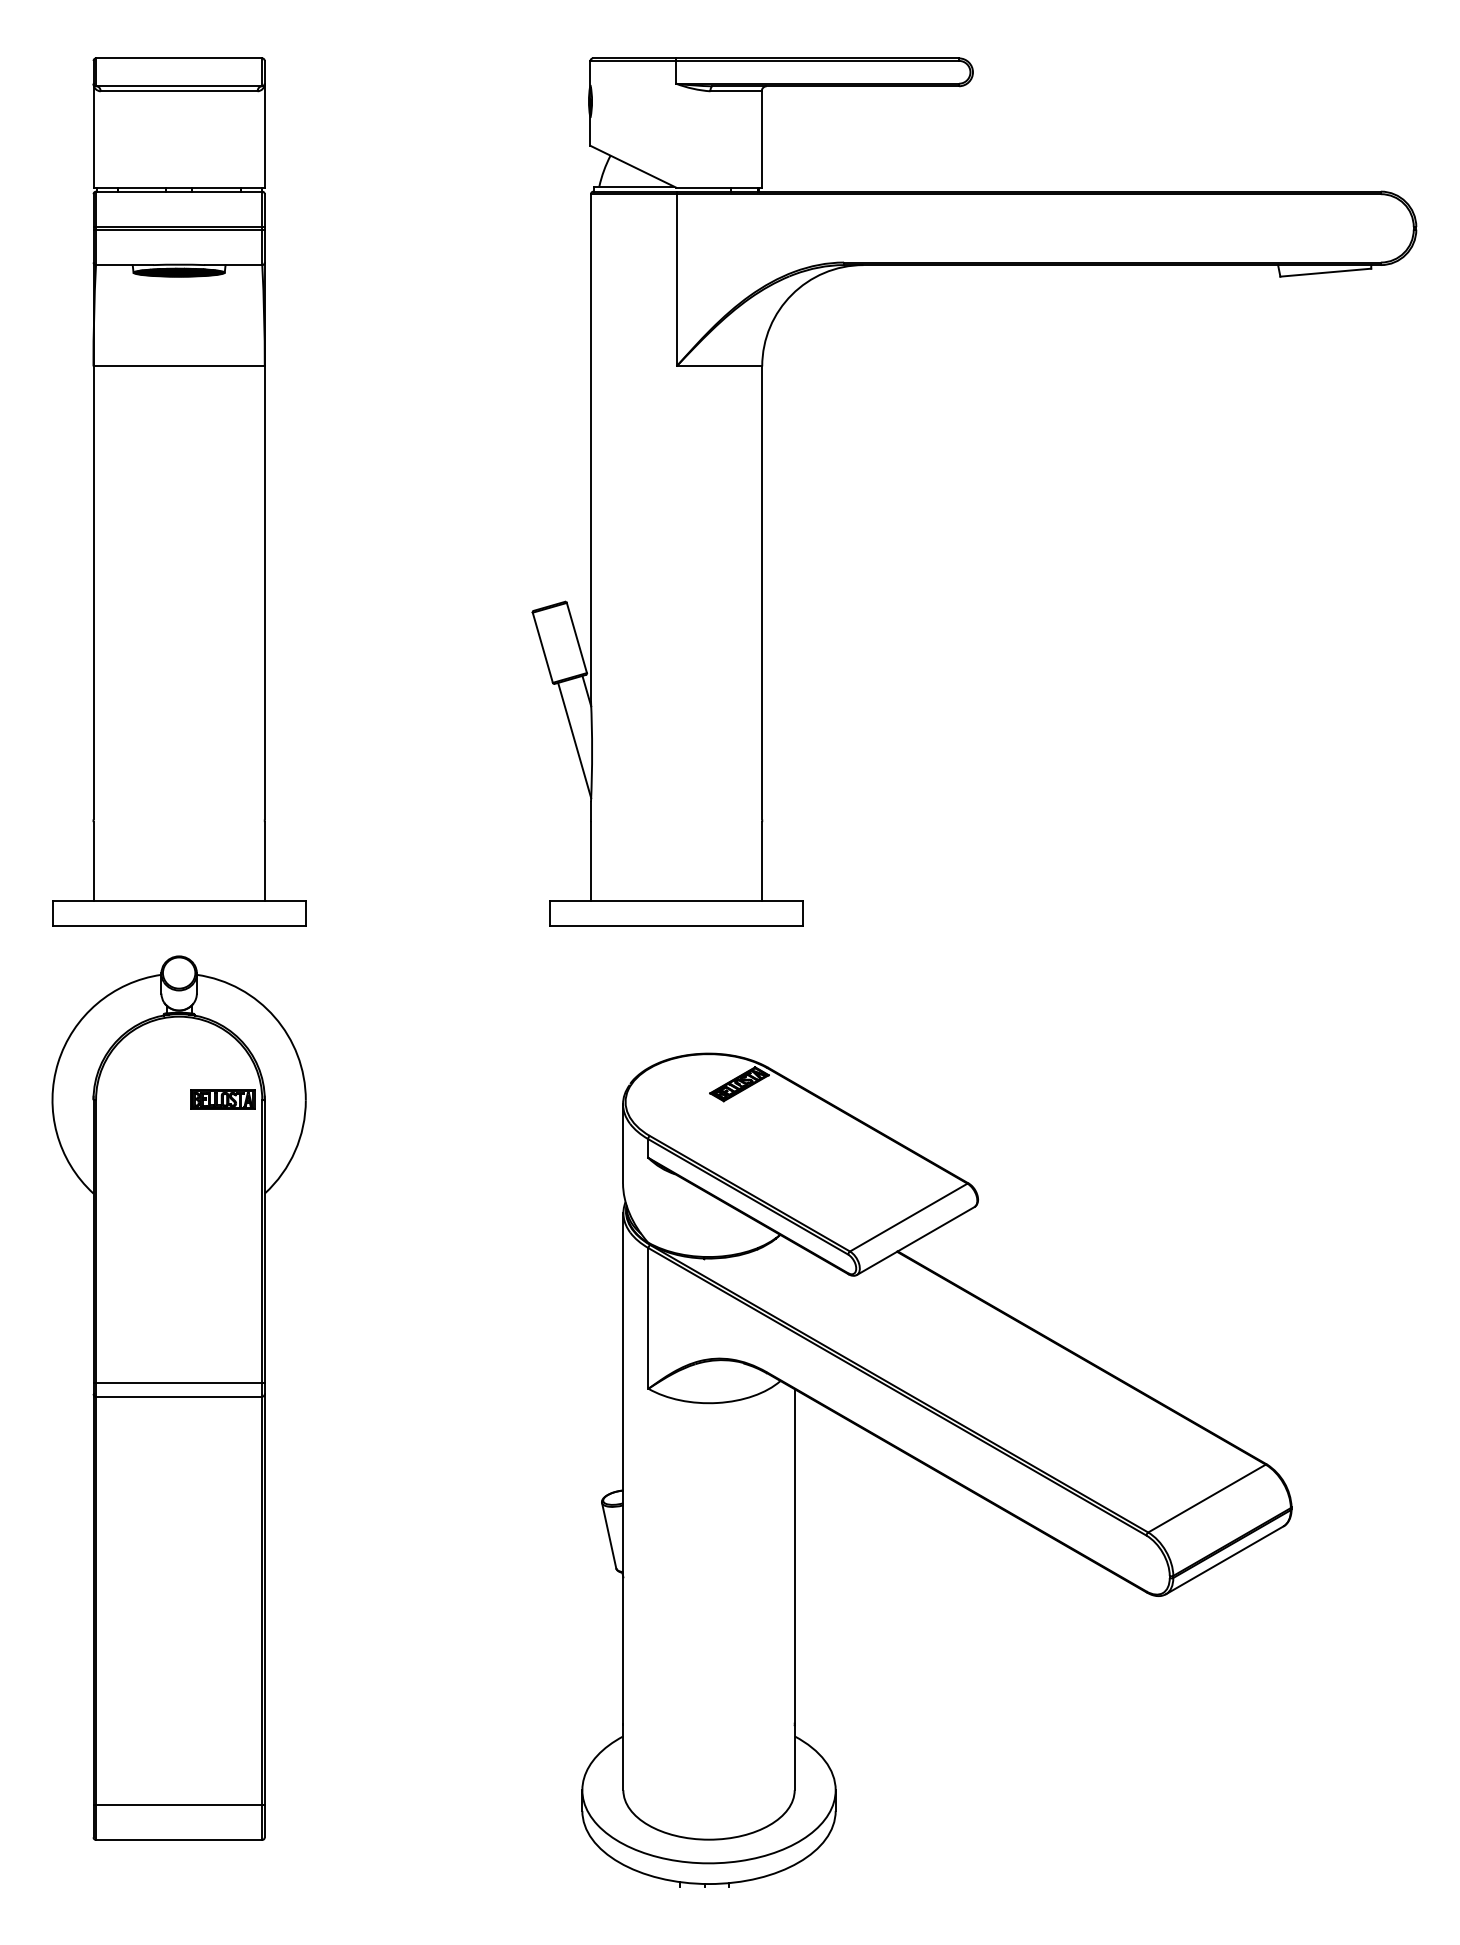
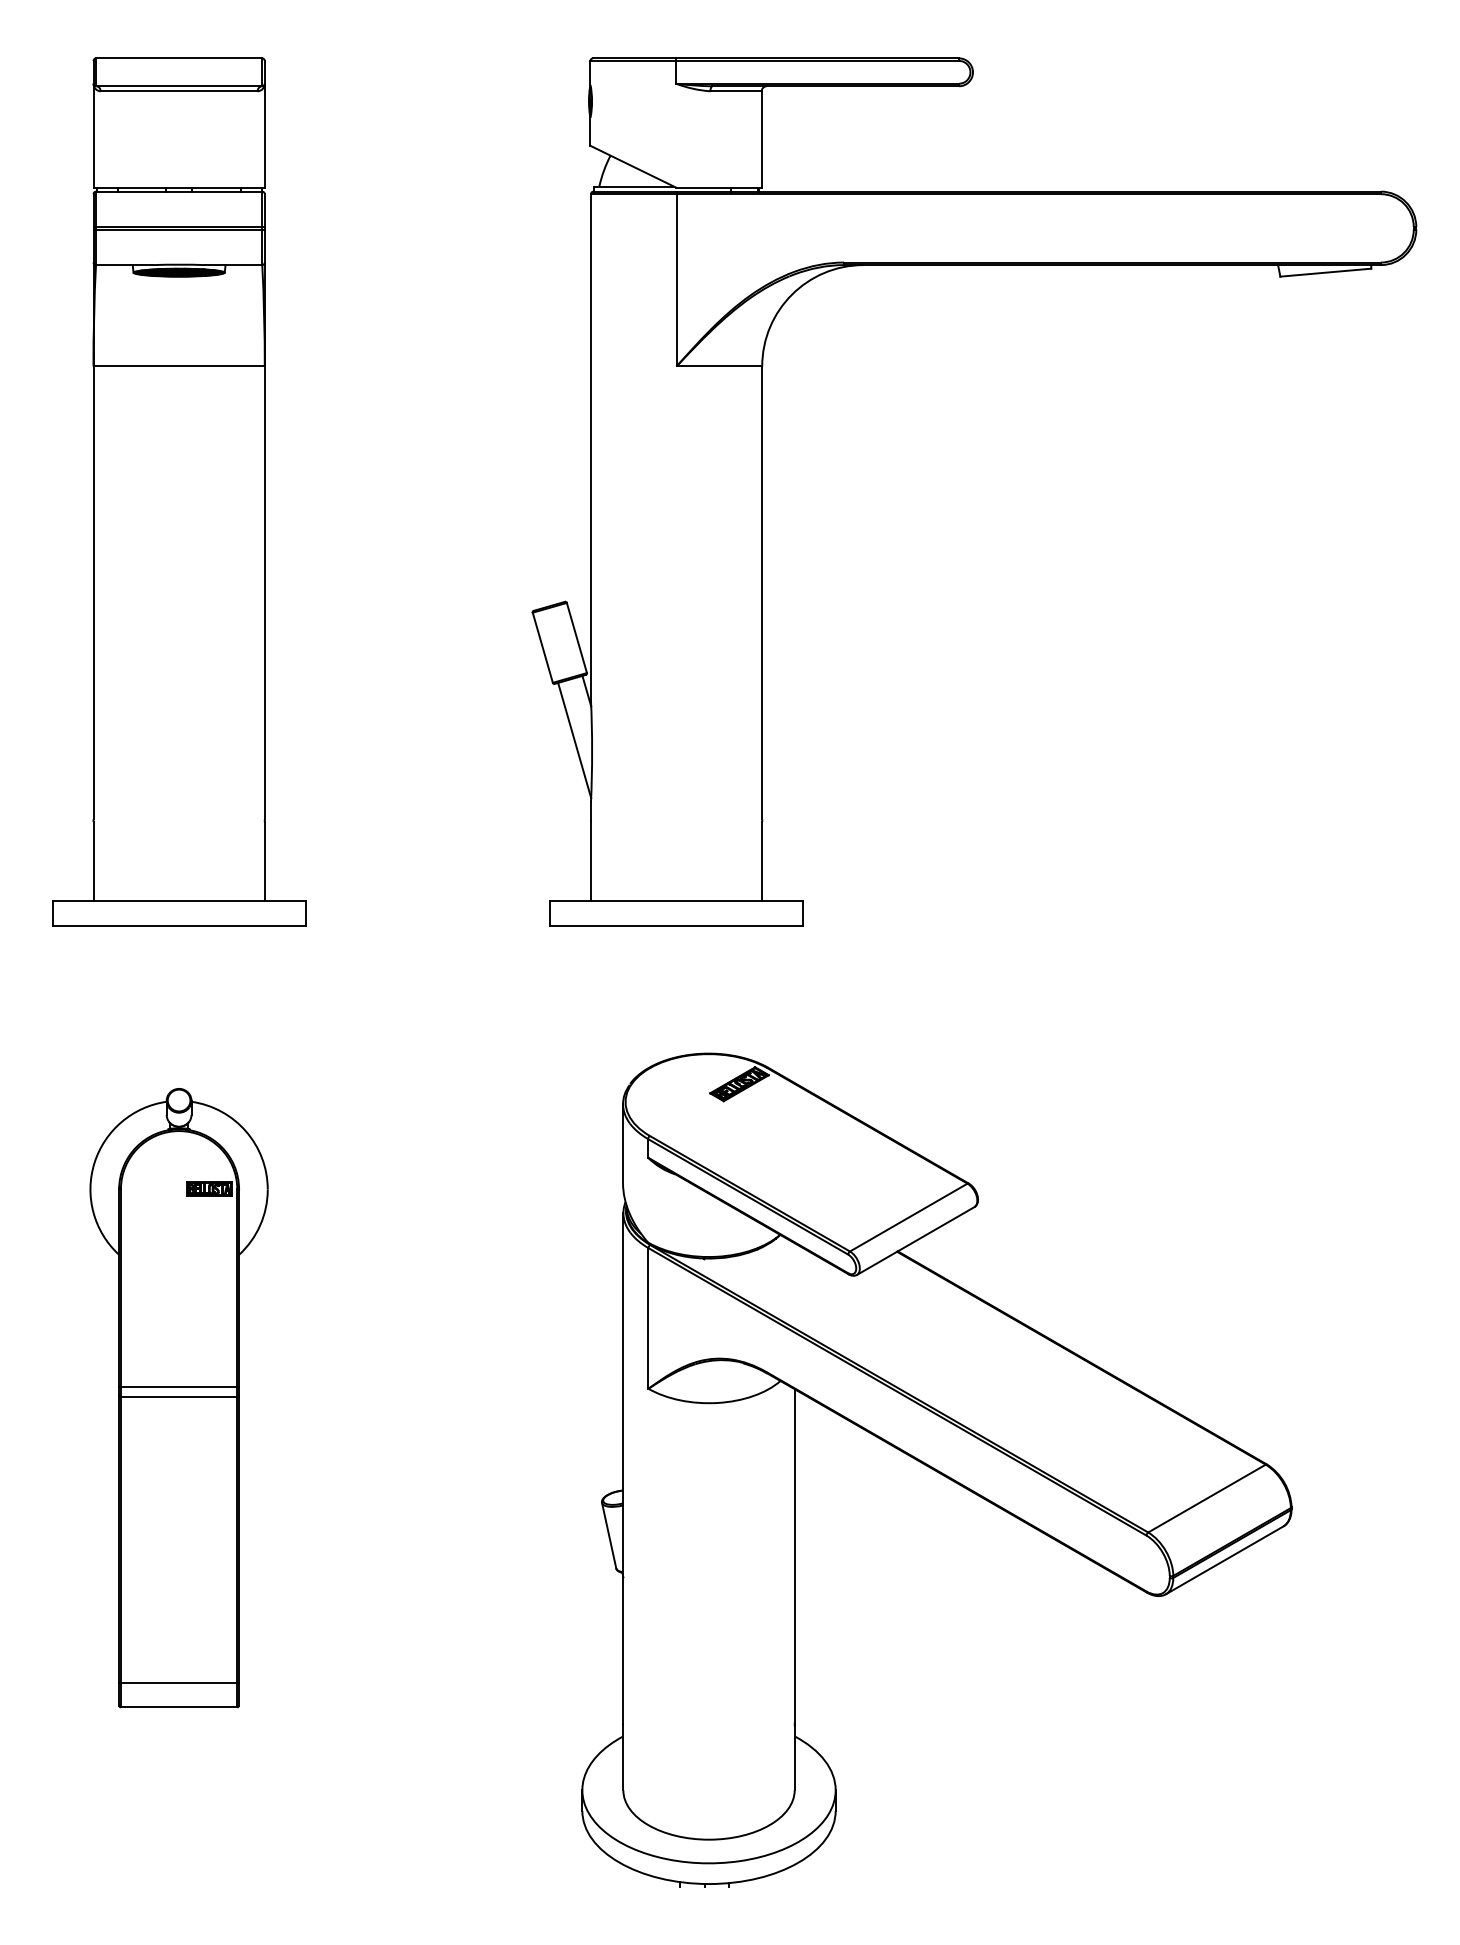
part at (178, 1397) size: 256x886 px -> 180x621 px
